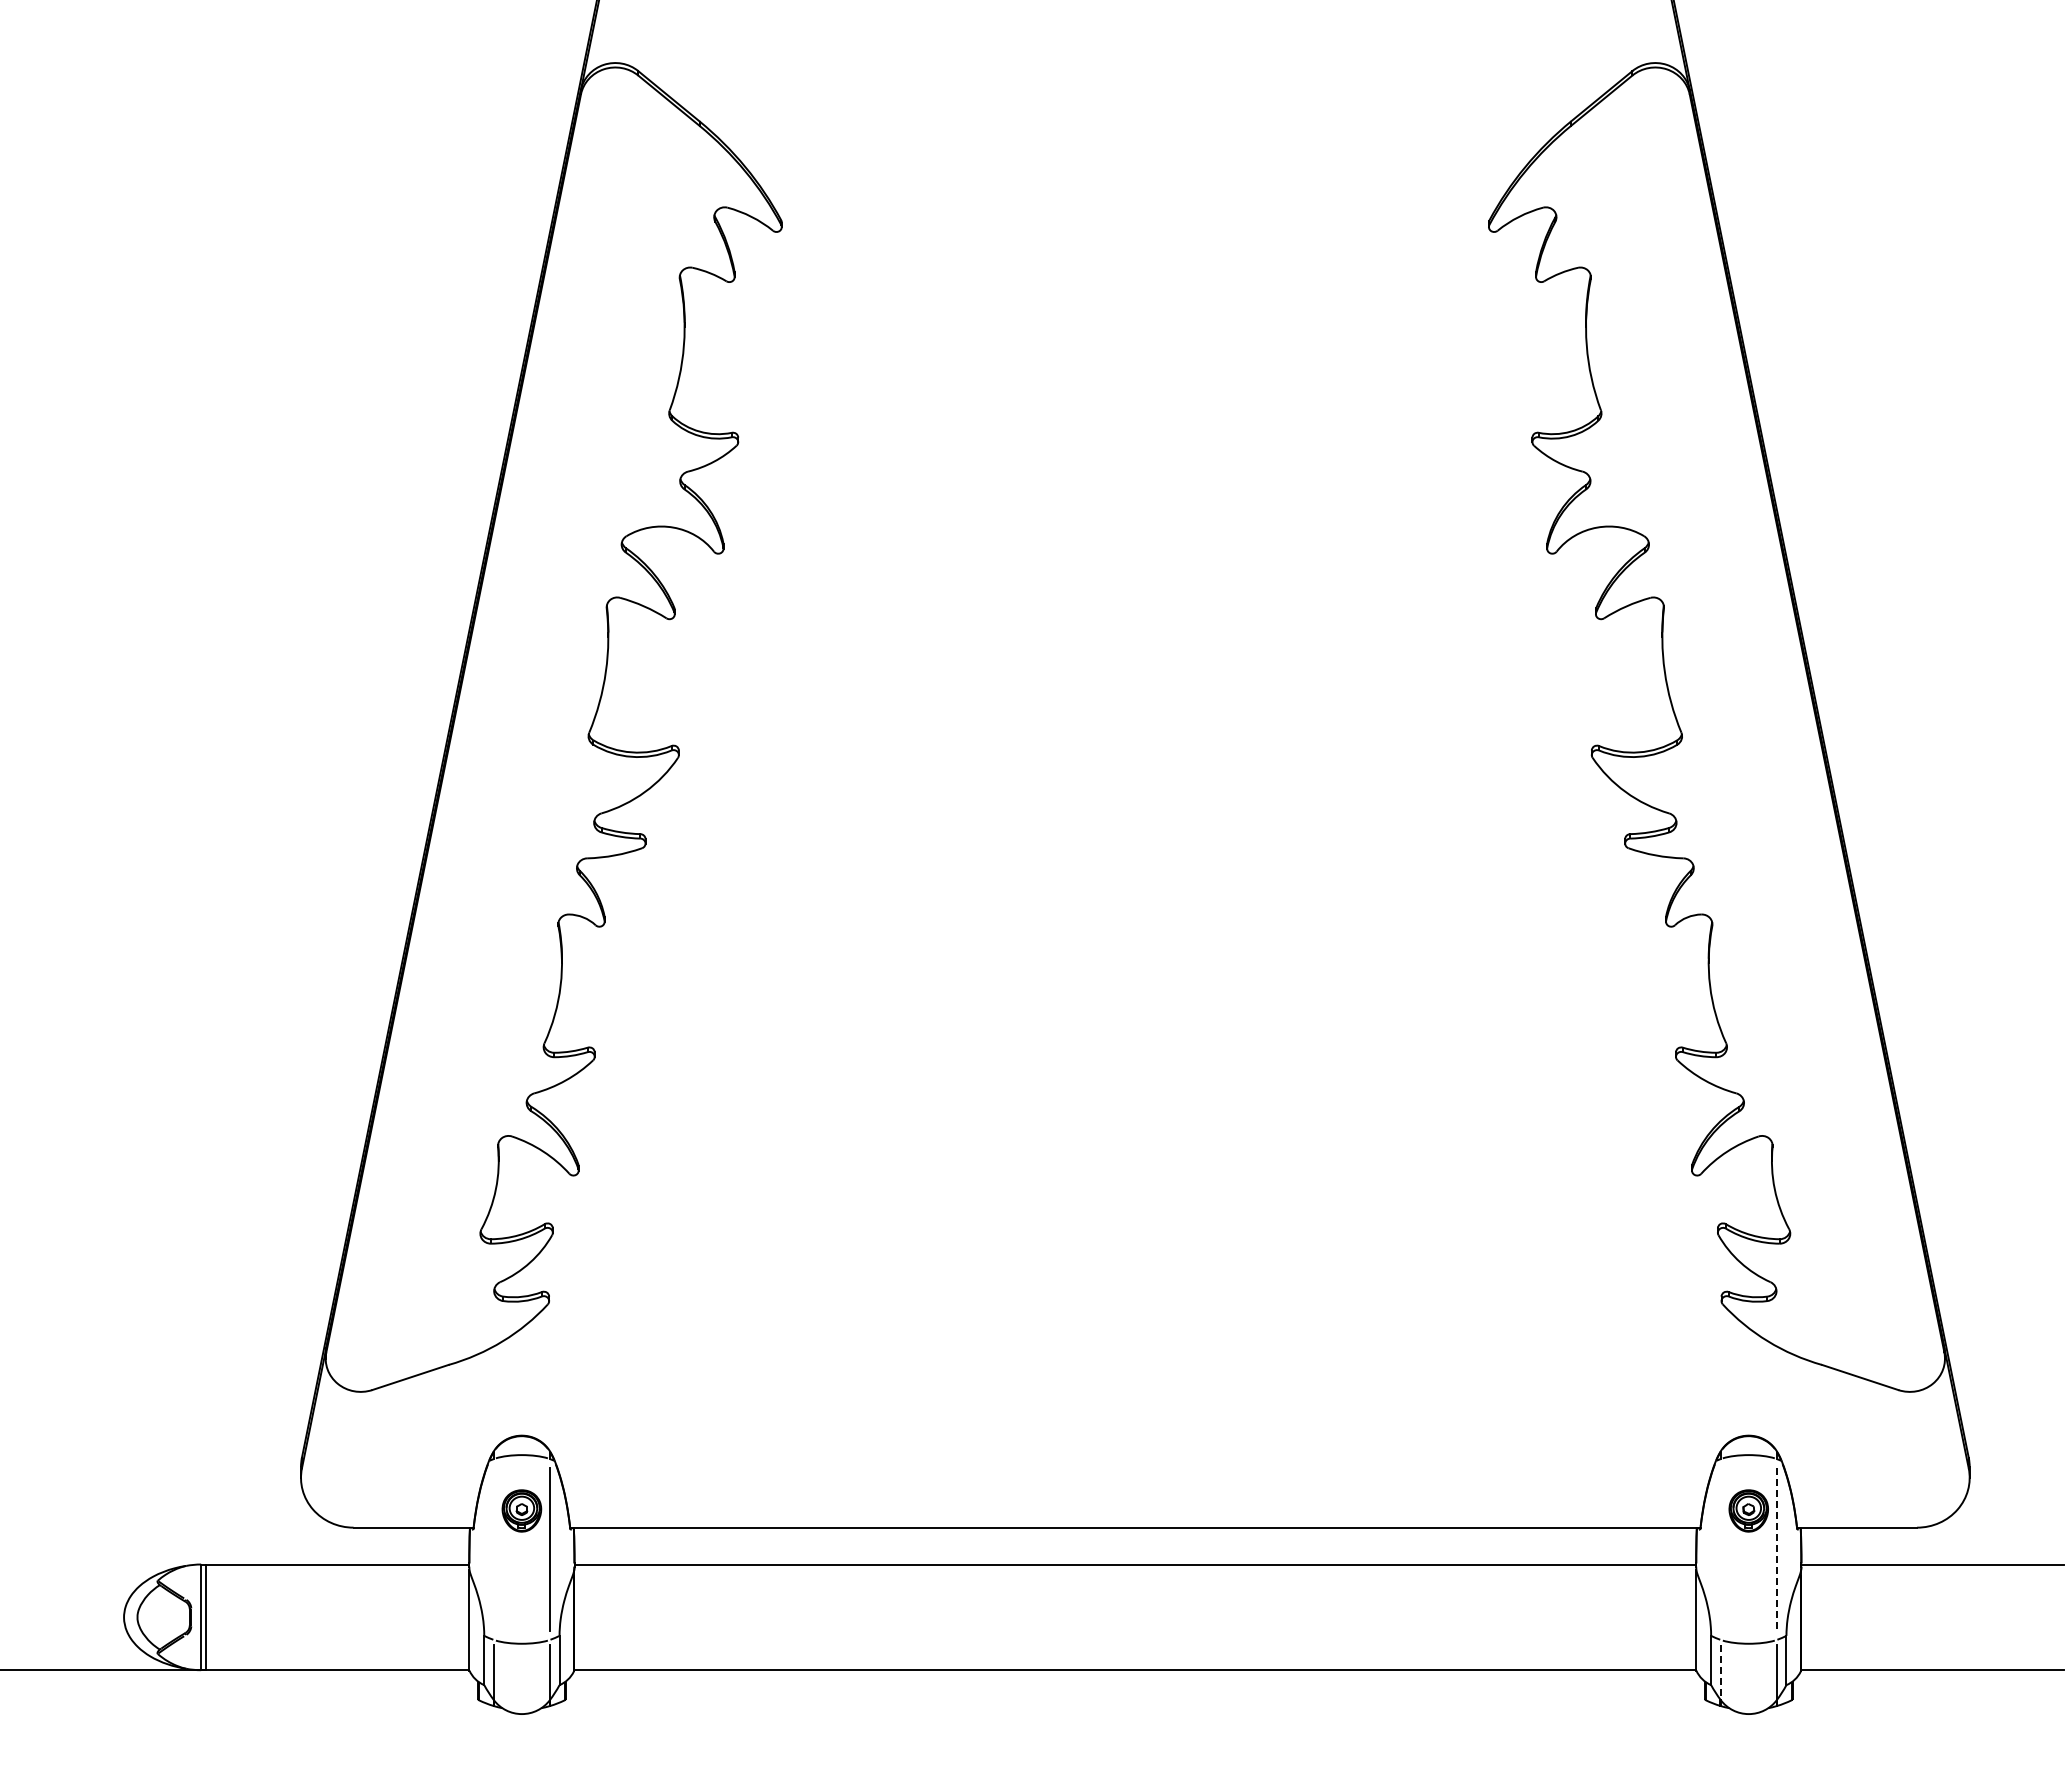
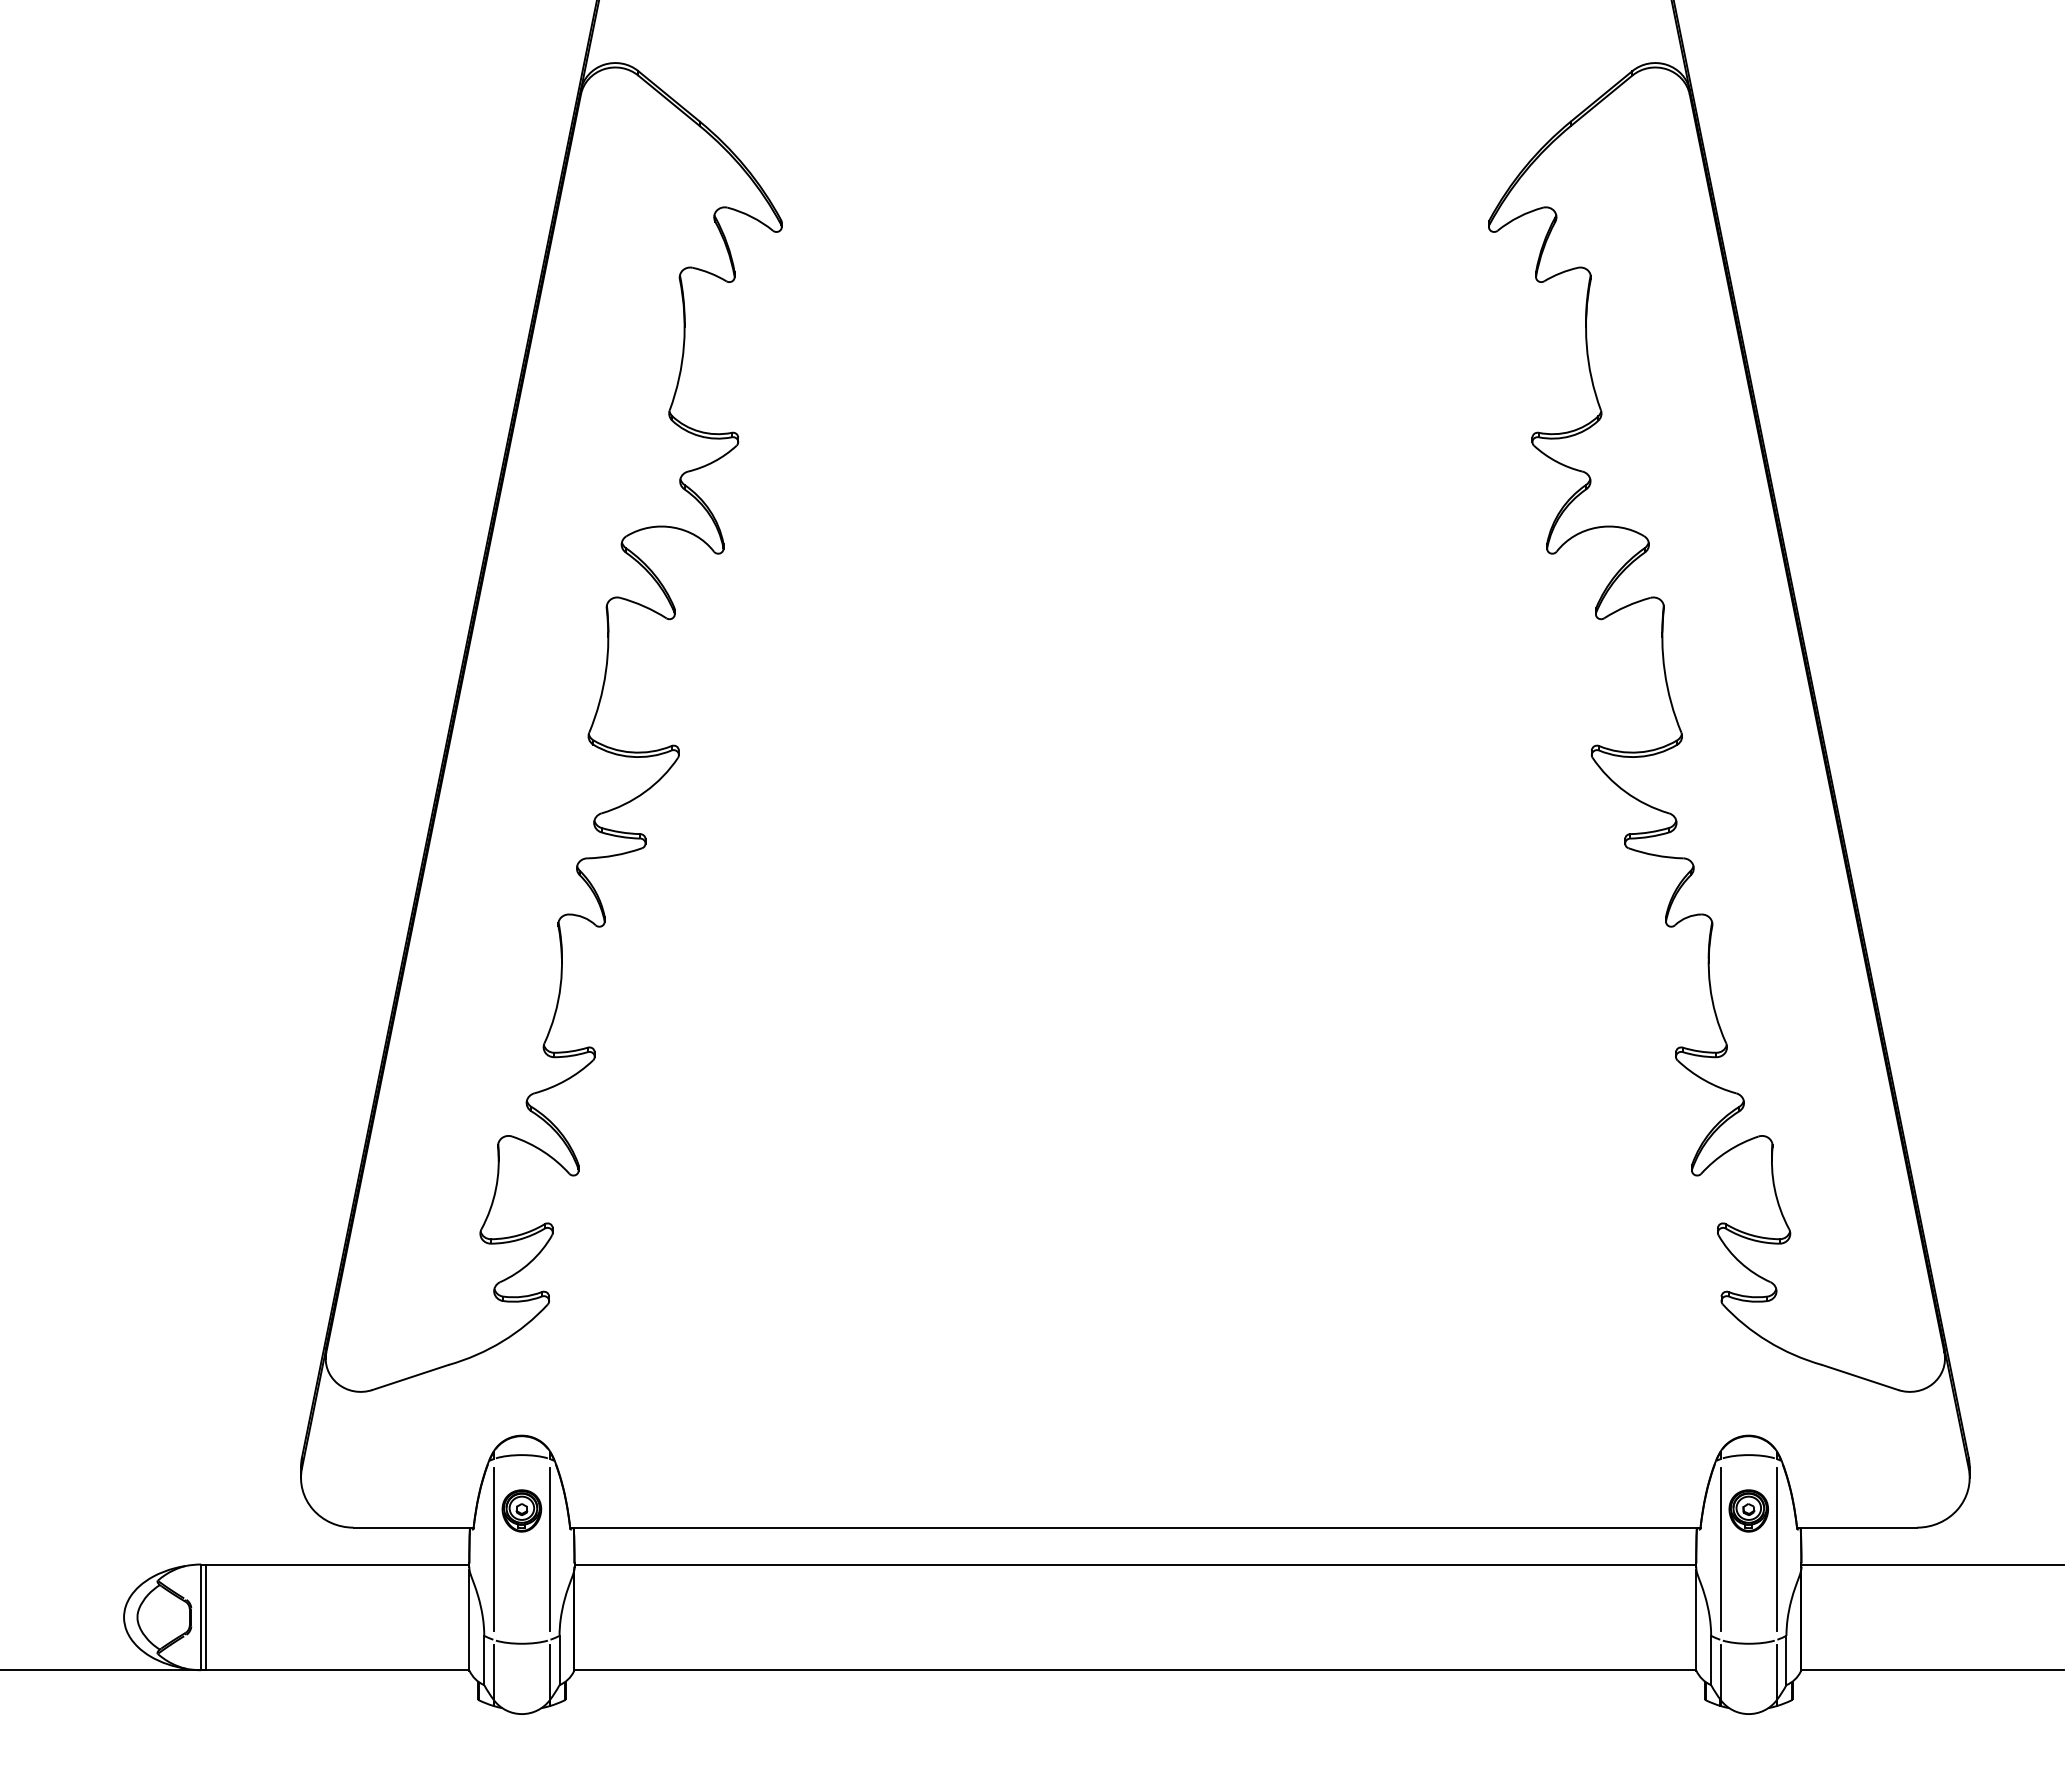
line at (493, 1549): none -> present
line at (1720, 1549): none -> present
line at (1776, 1549): dashed -> solid
line at (1720, 1672): dashed -> solid
